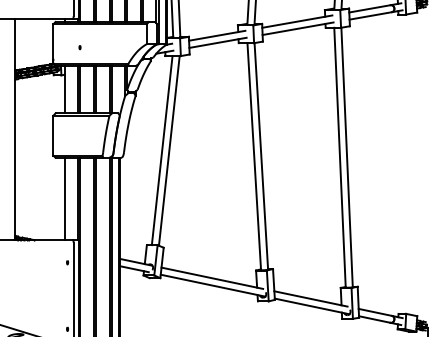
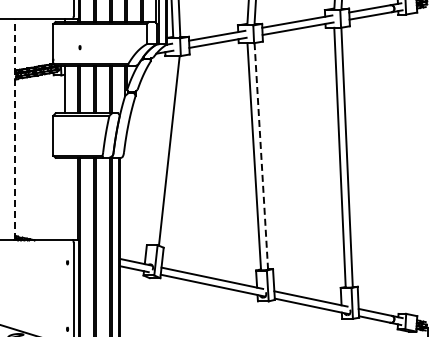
line at (15, 129): solid -> dashed
line at (161, 150): present -> none
line at (261, 156): solid -> dashed
line at (64, 198): present -> none
